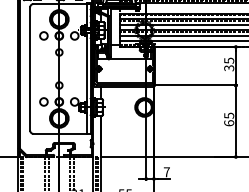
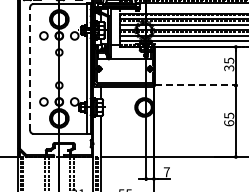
line at (30, 68): solid -> dashed
line at (196, 85): solid -> dashed
